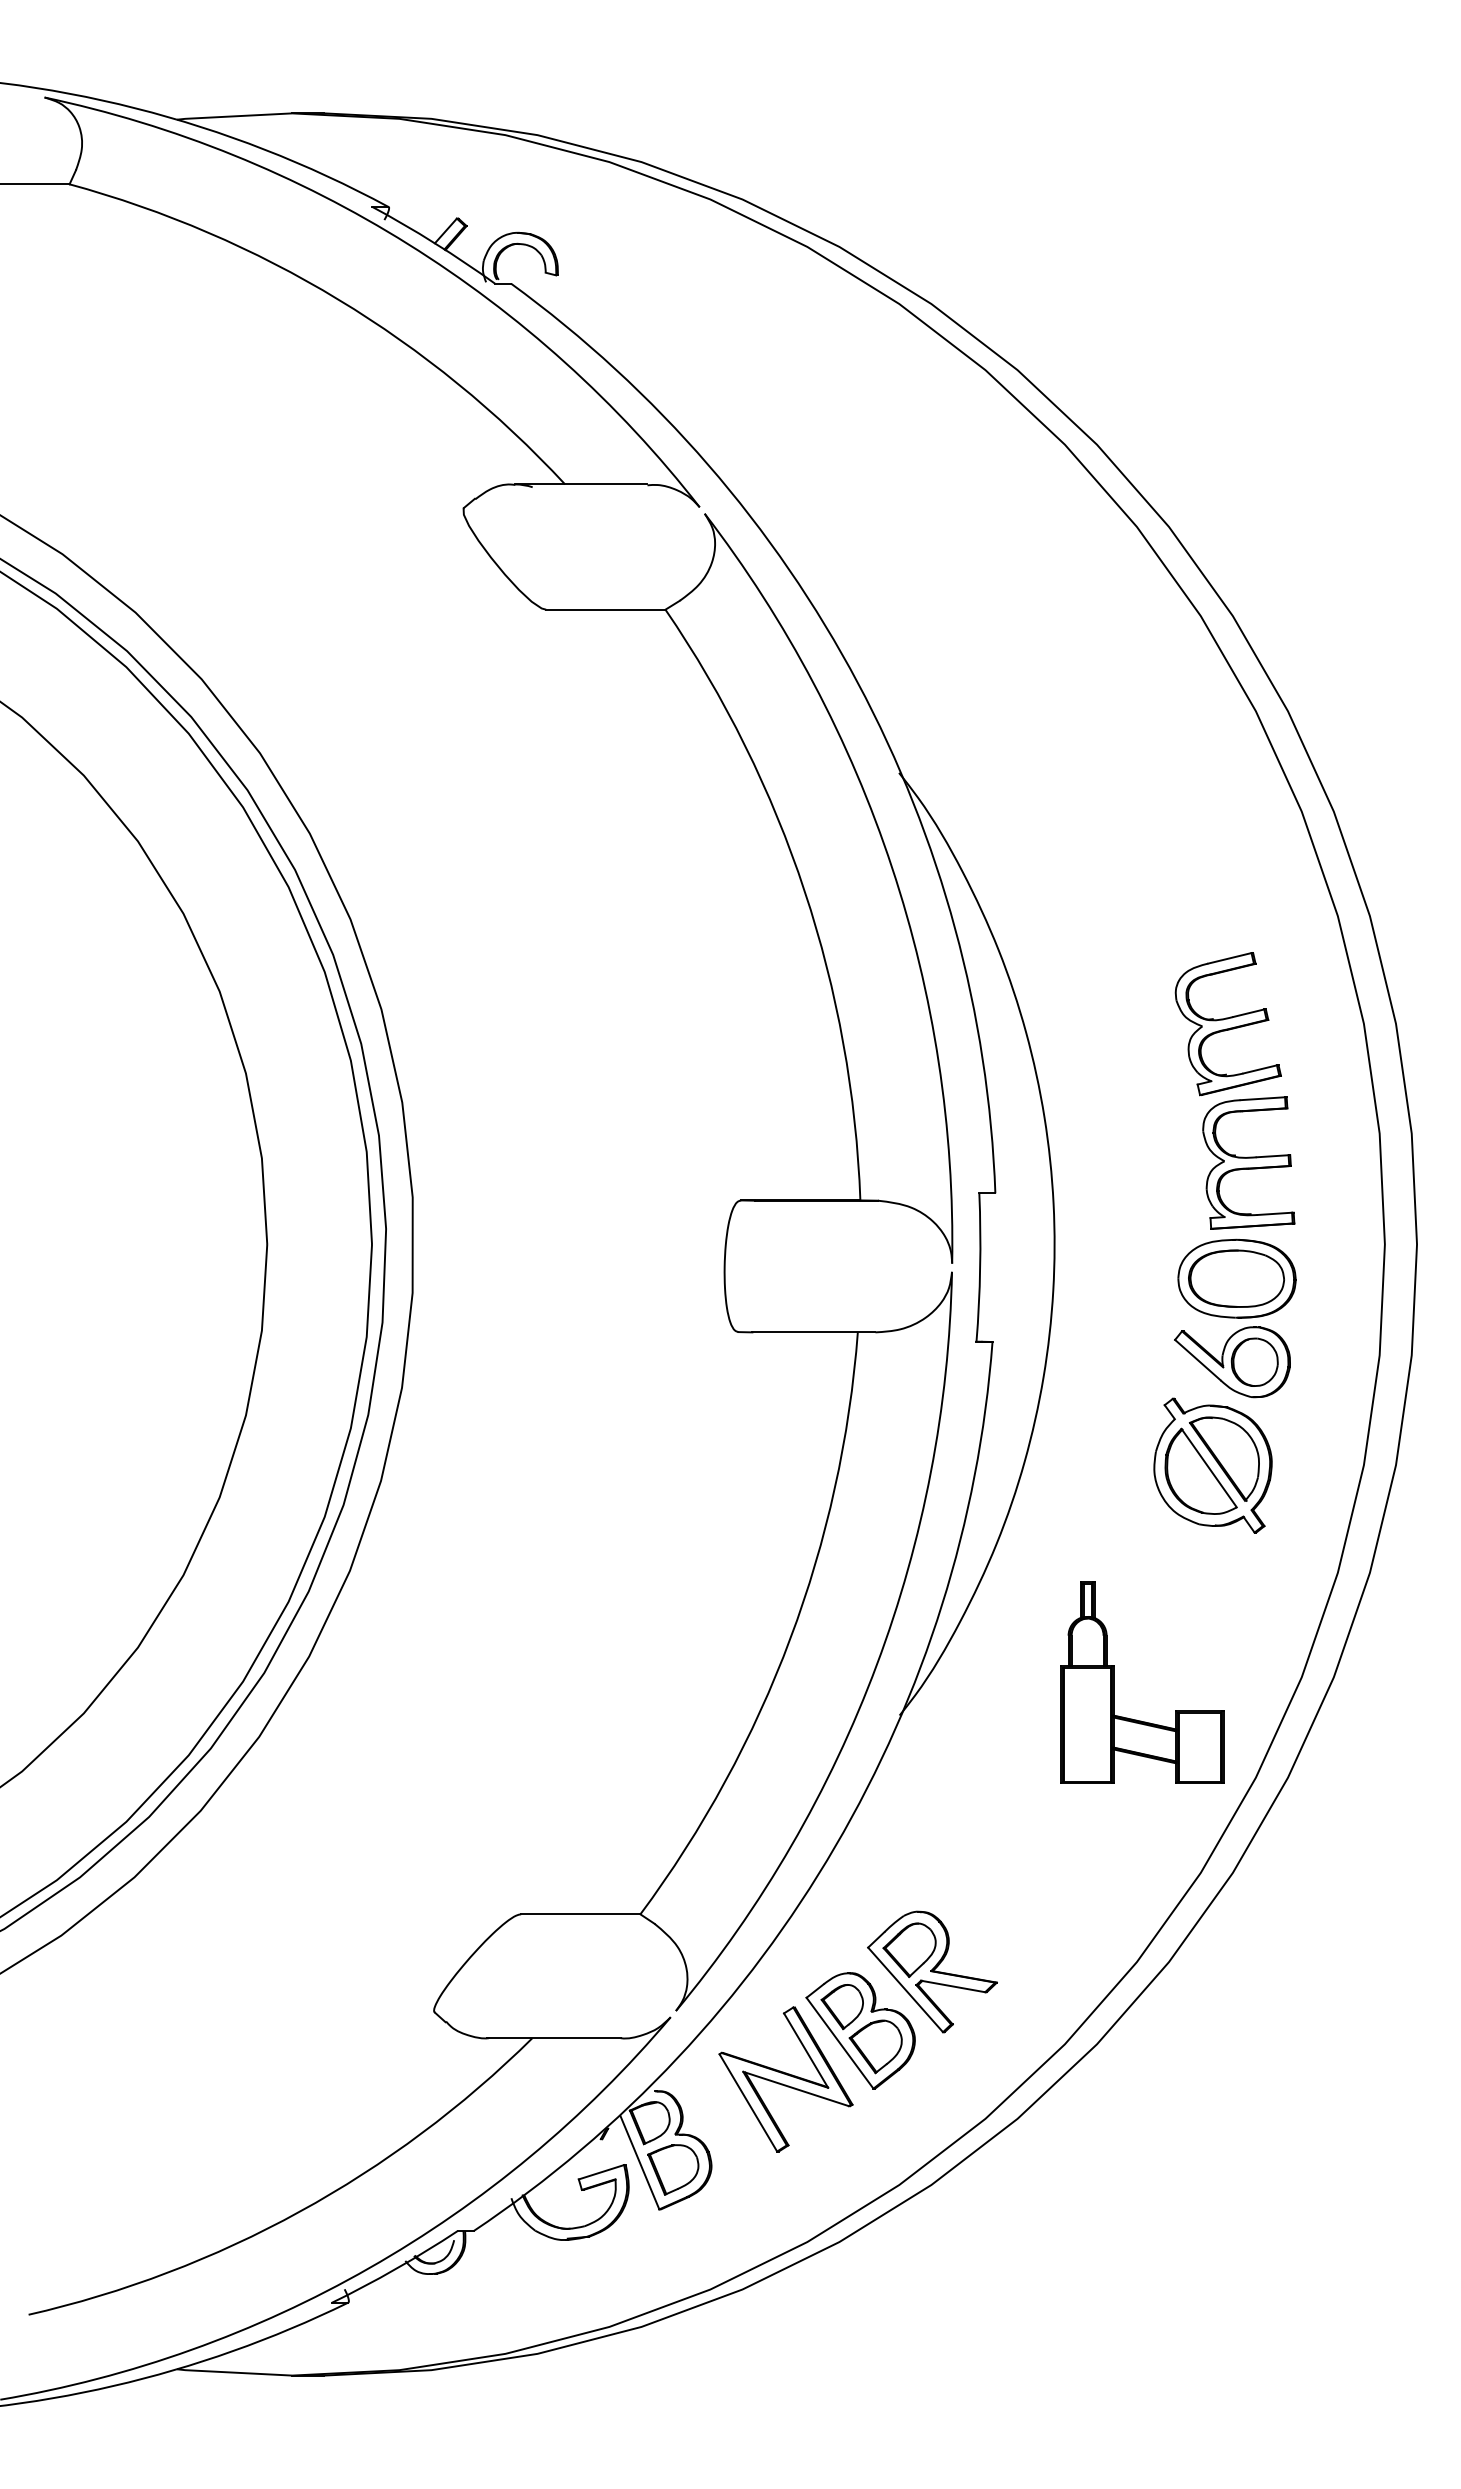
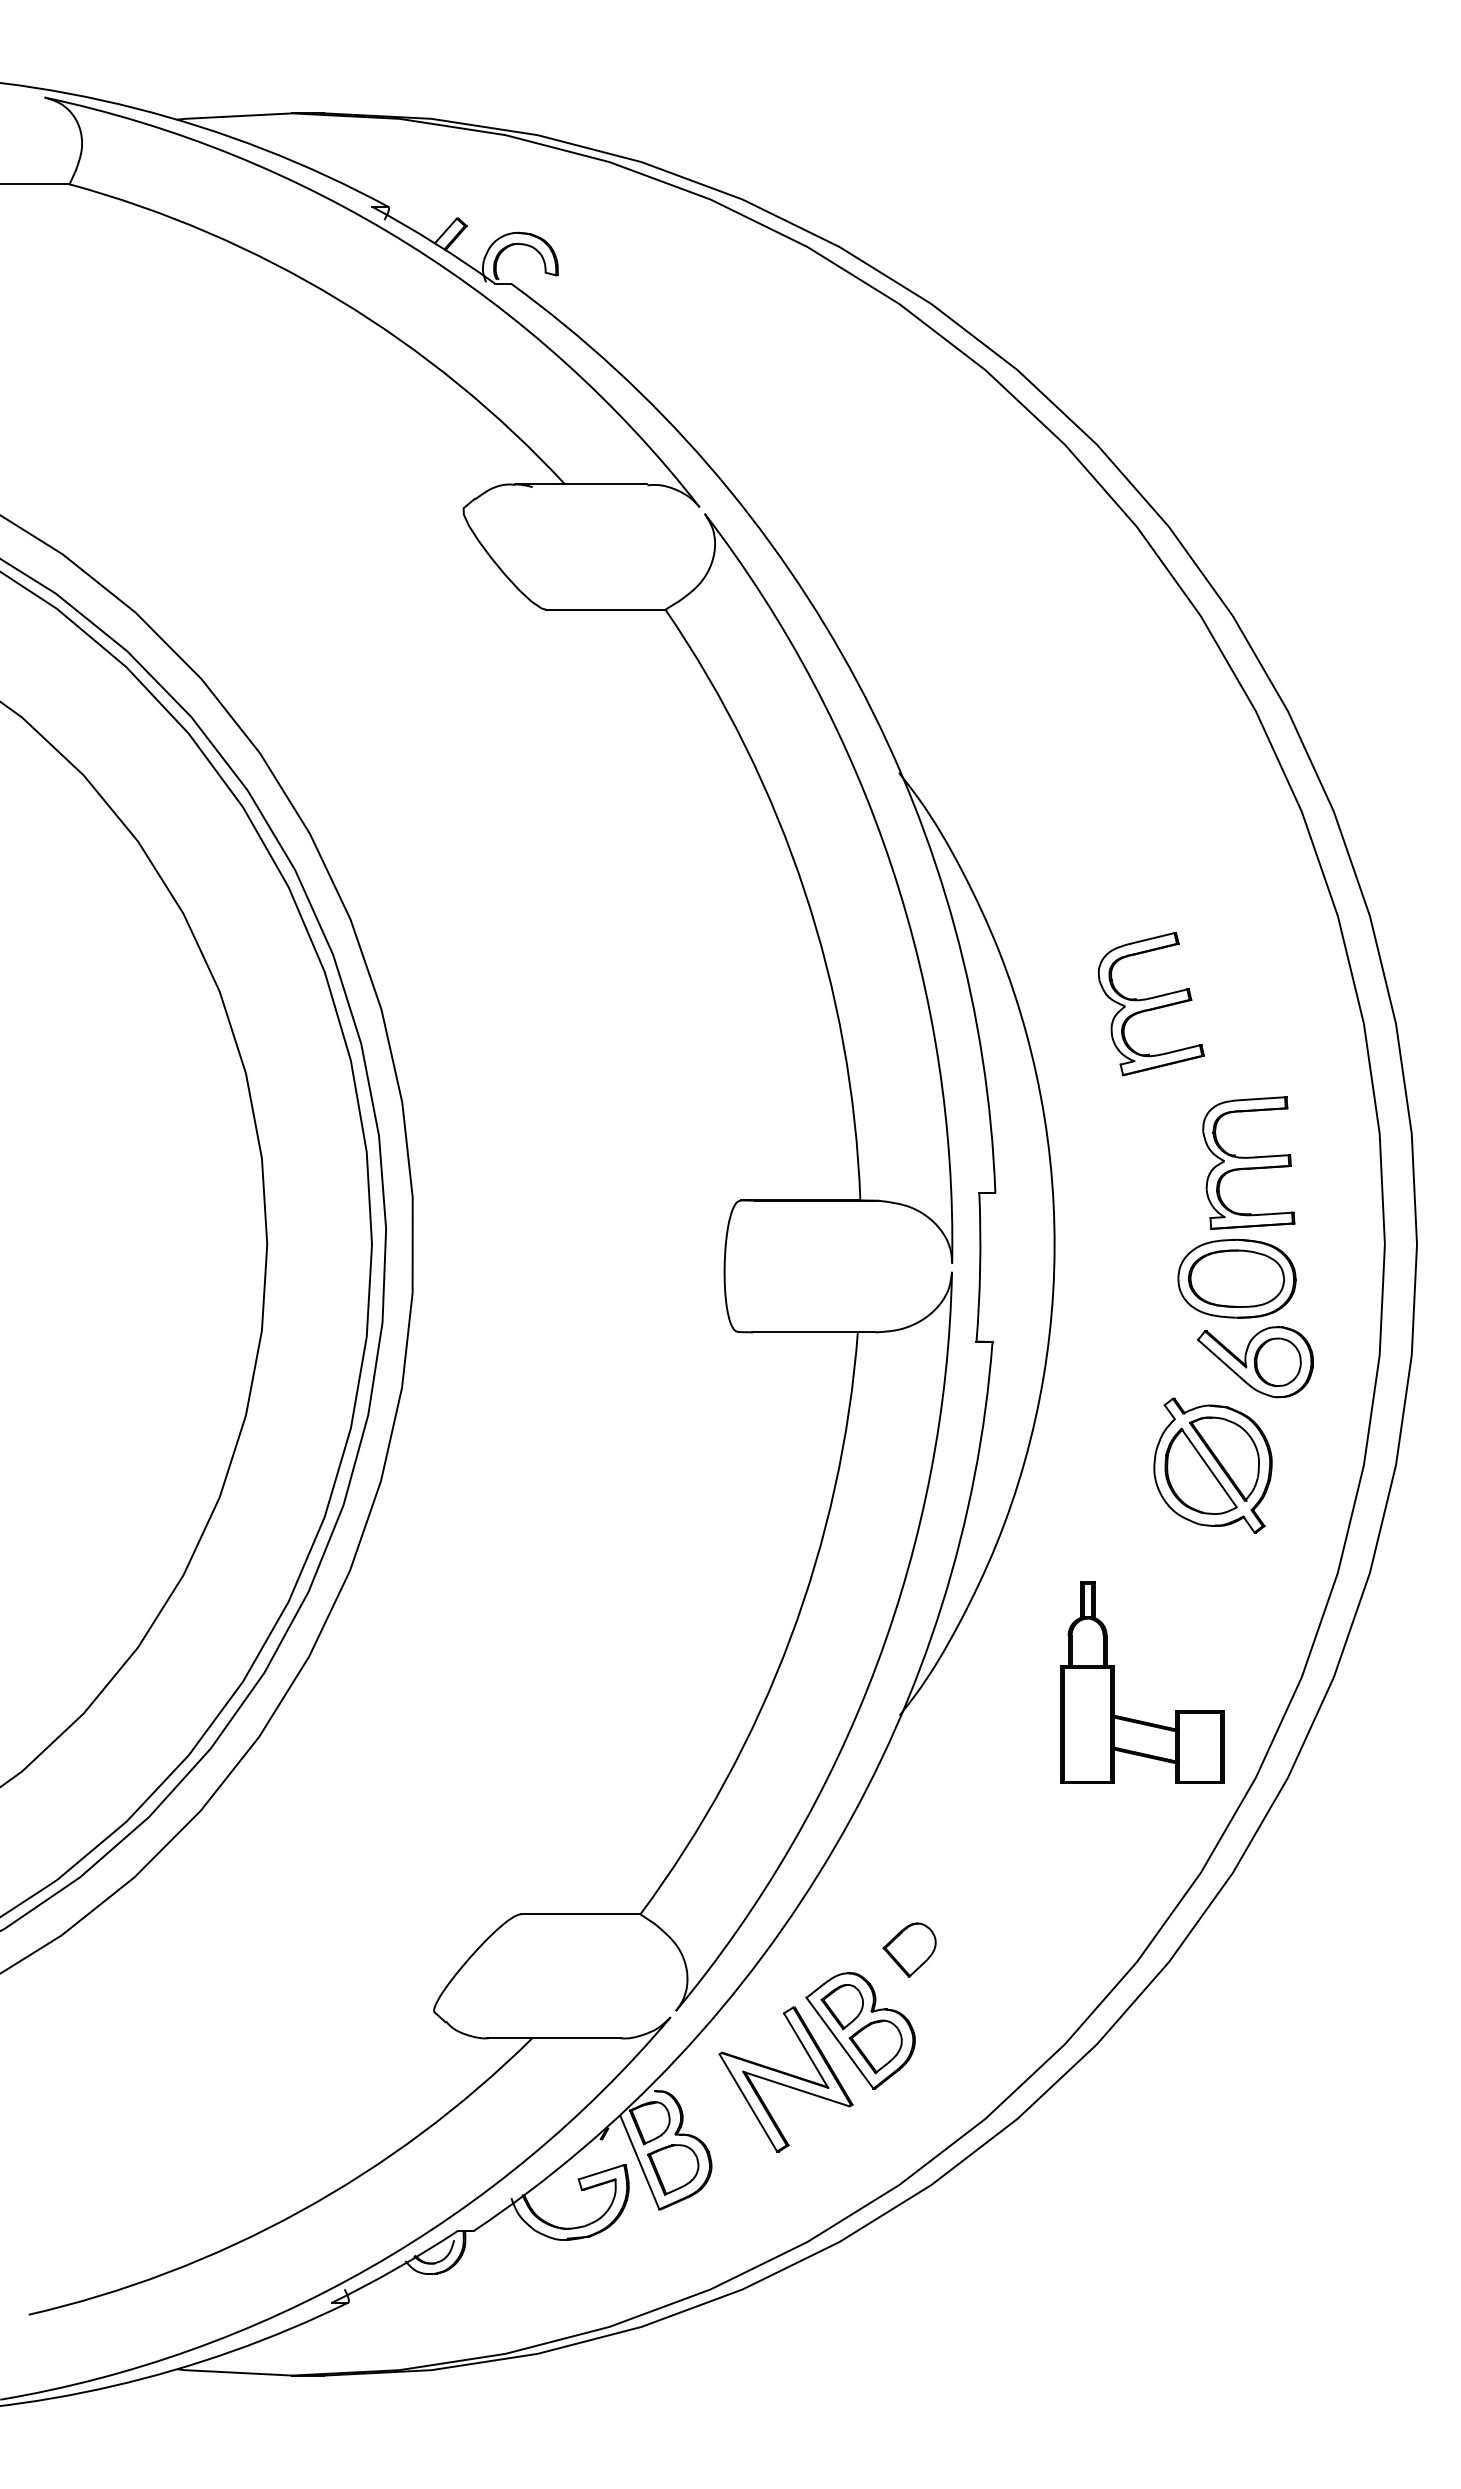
part at (1227, 1024) position: (1227, 1024) -> (1150, 1004)
part at (1232, 1362) position: (1232, 1362) -> (1255, 1362)
part at (932, 1971): present -> none
